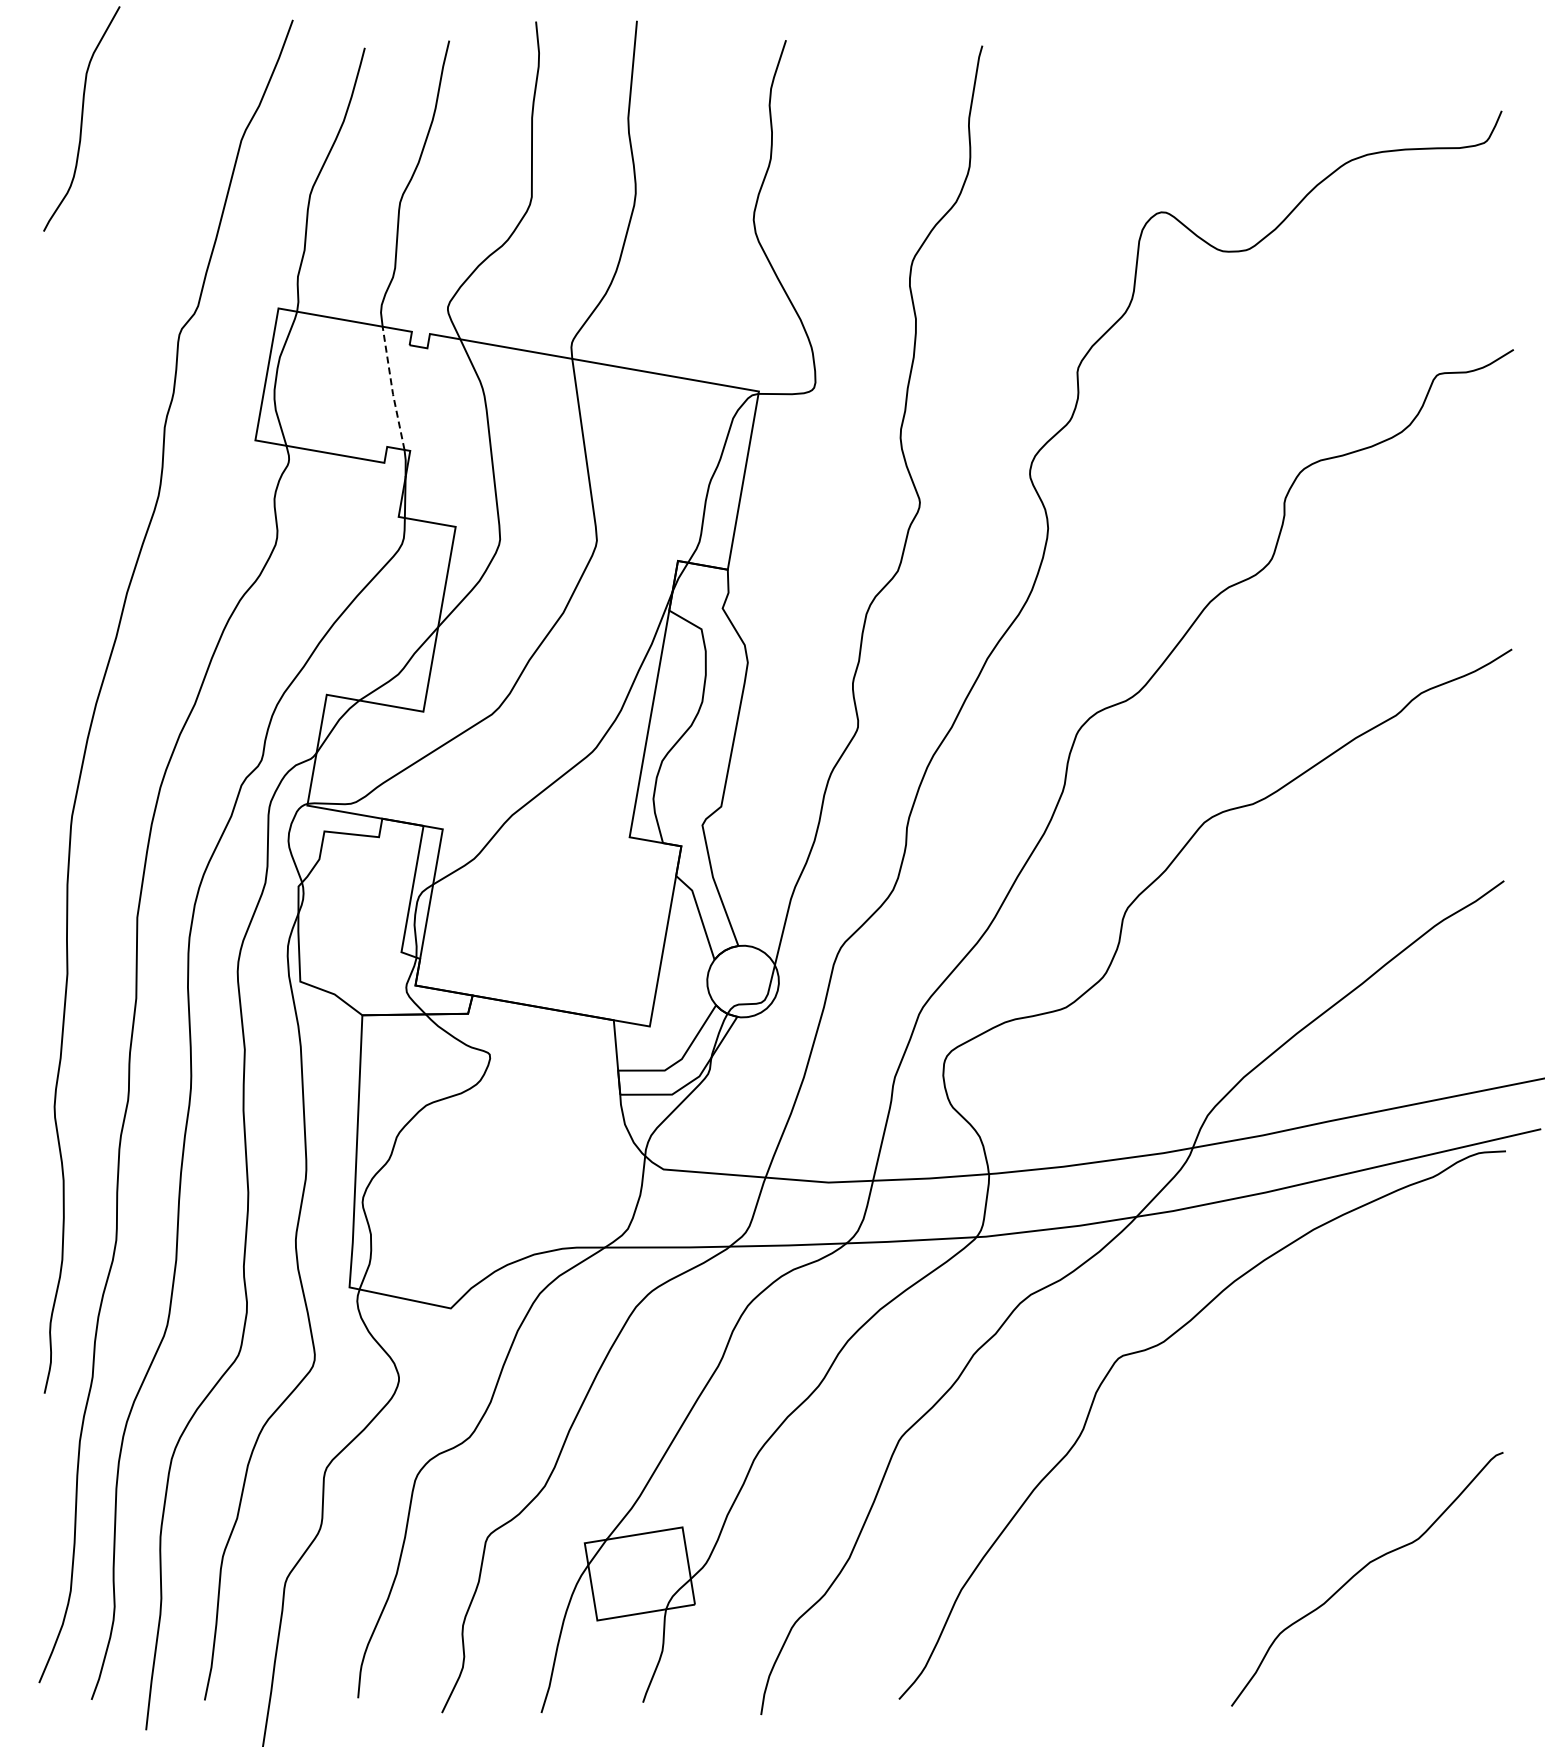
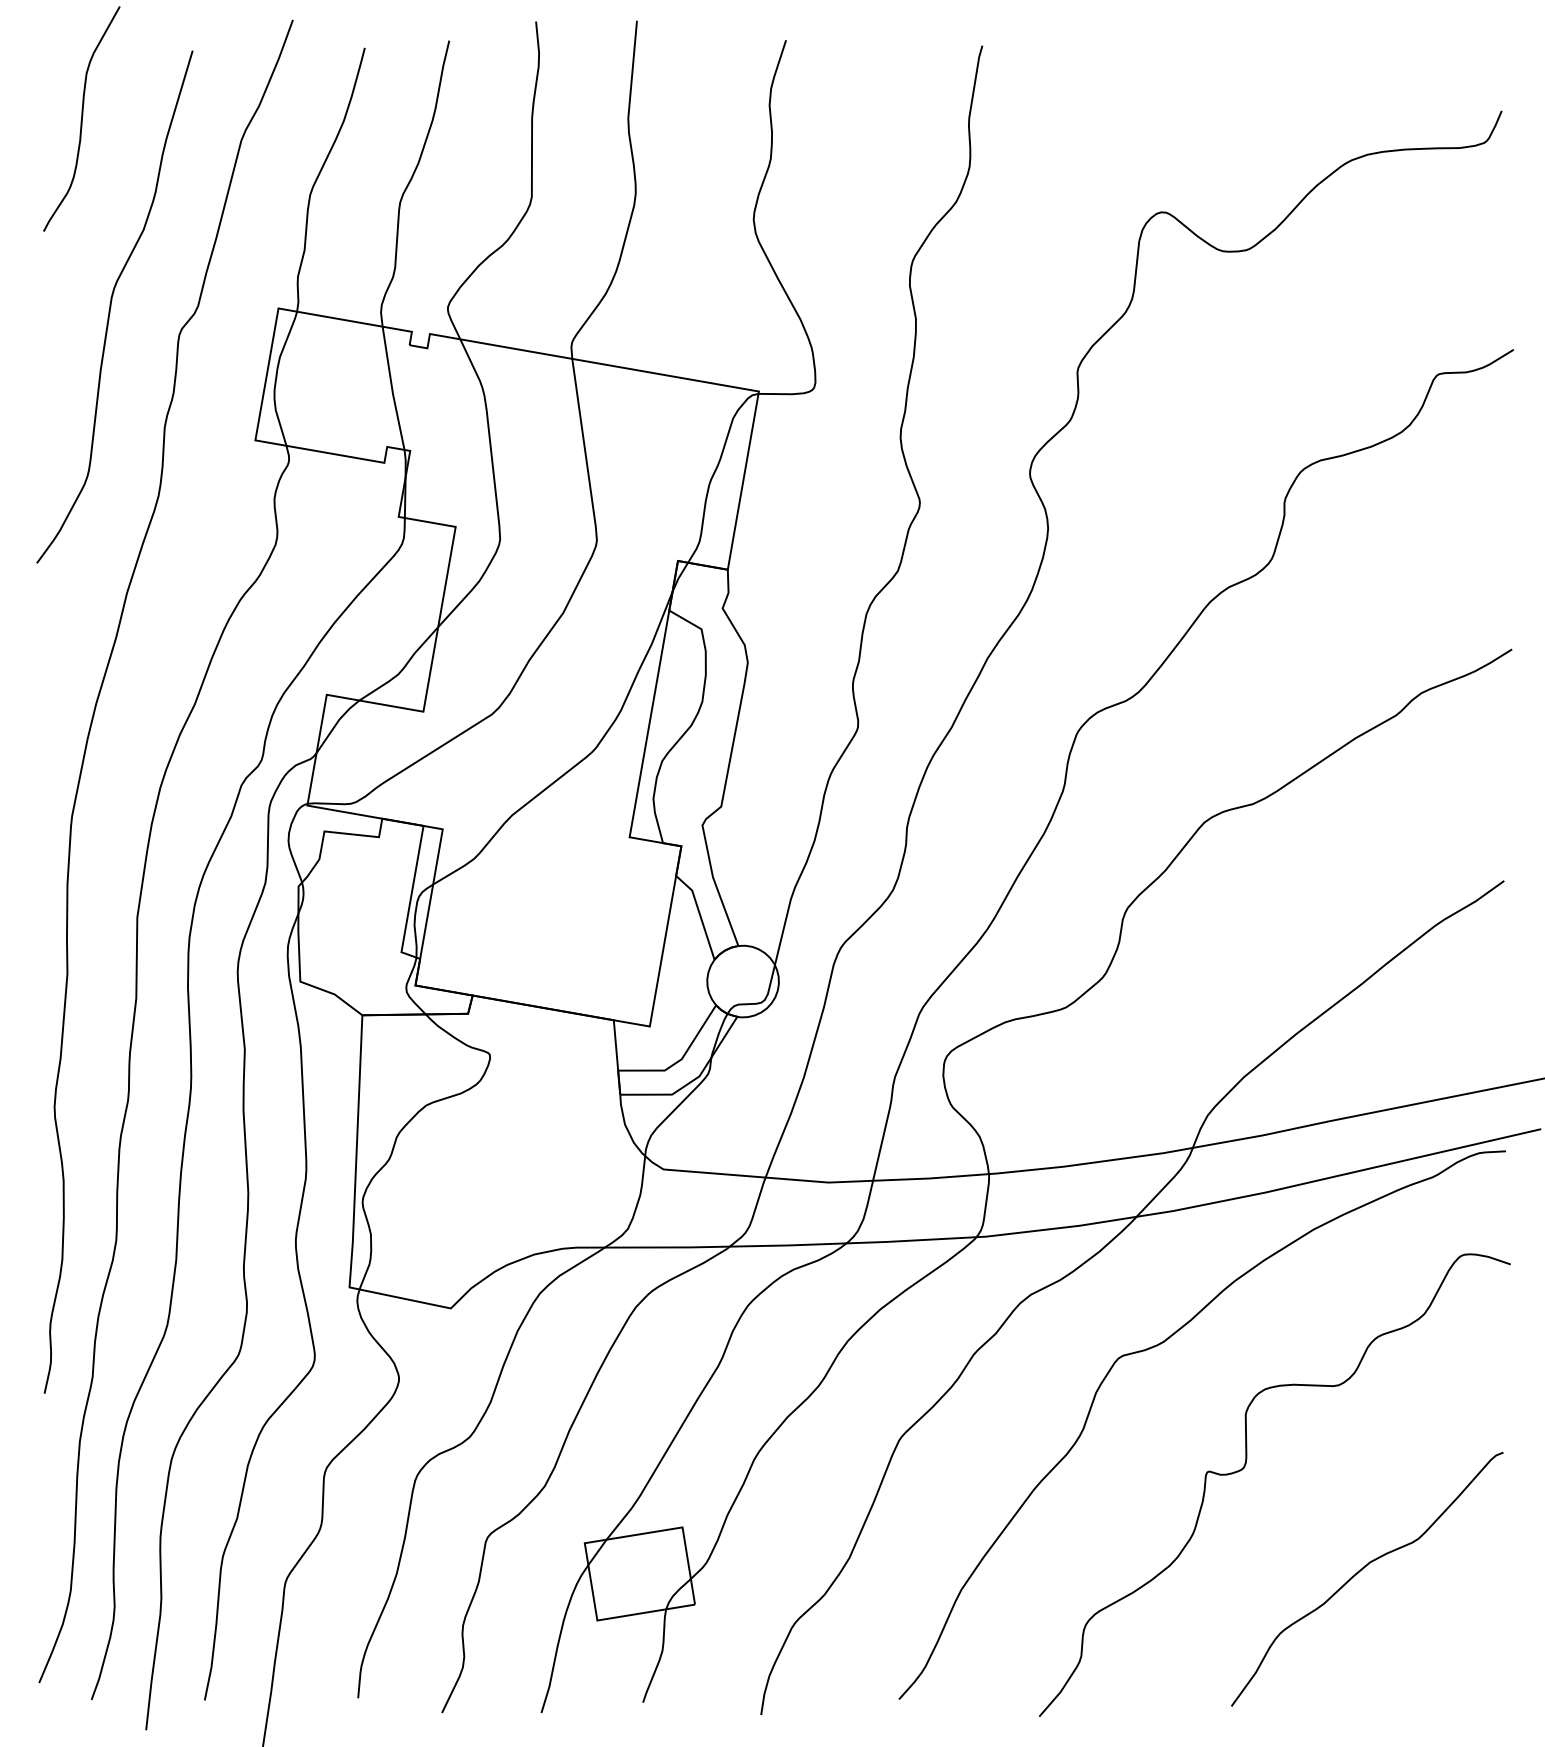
curve at (111, 306): none -> present
line at (392, 388): dashed -> solid
curve at (1244, 1468): none -> present
